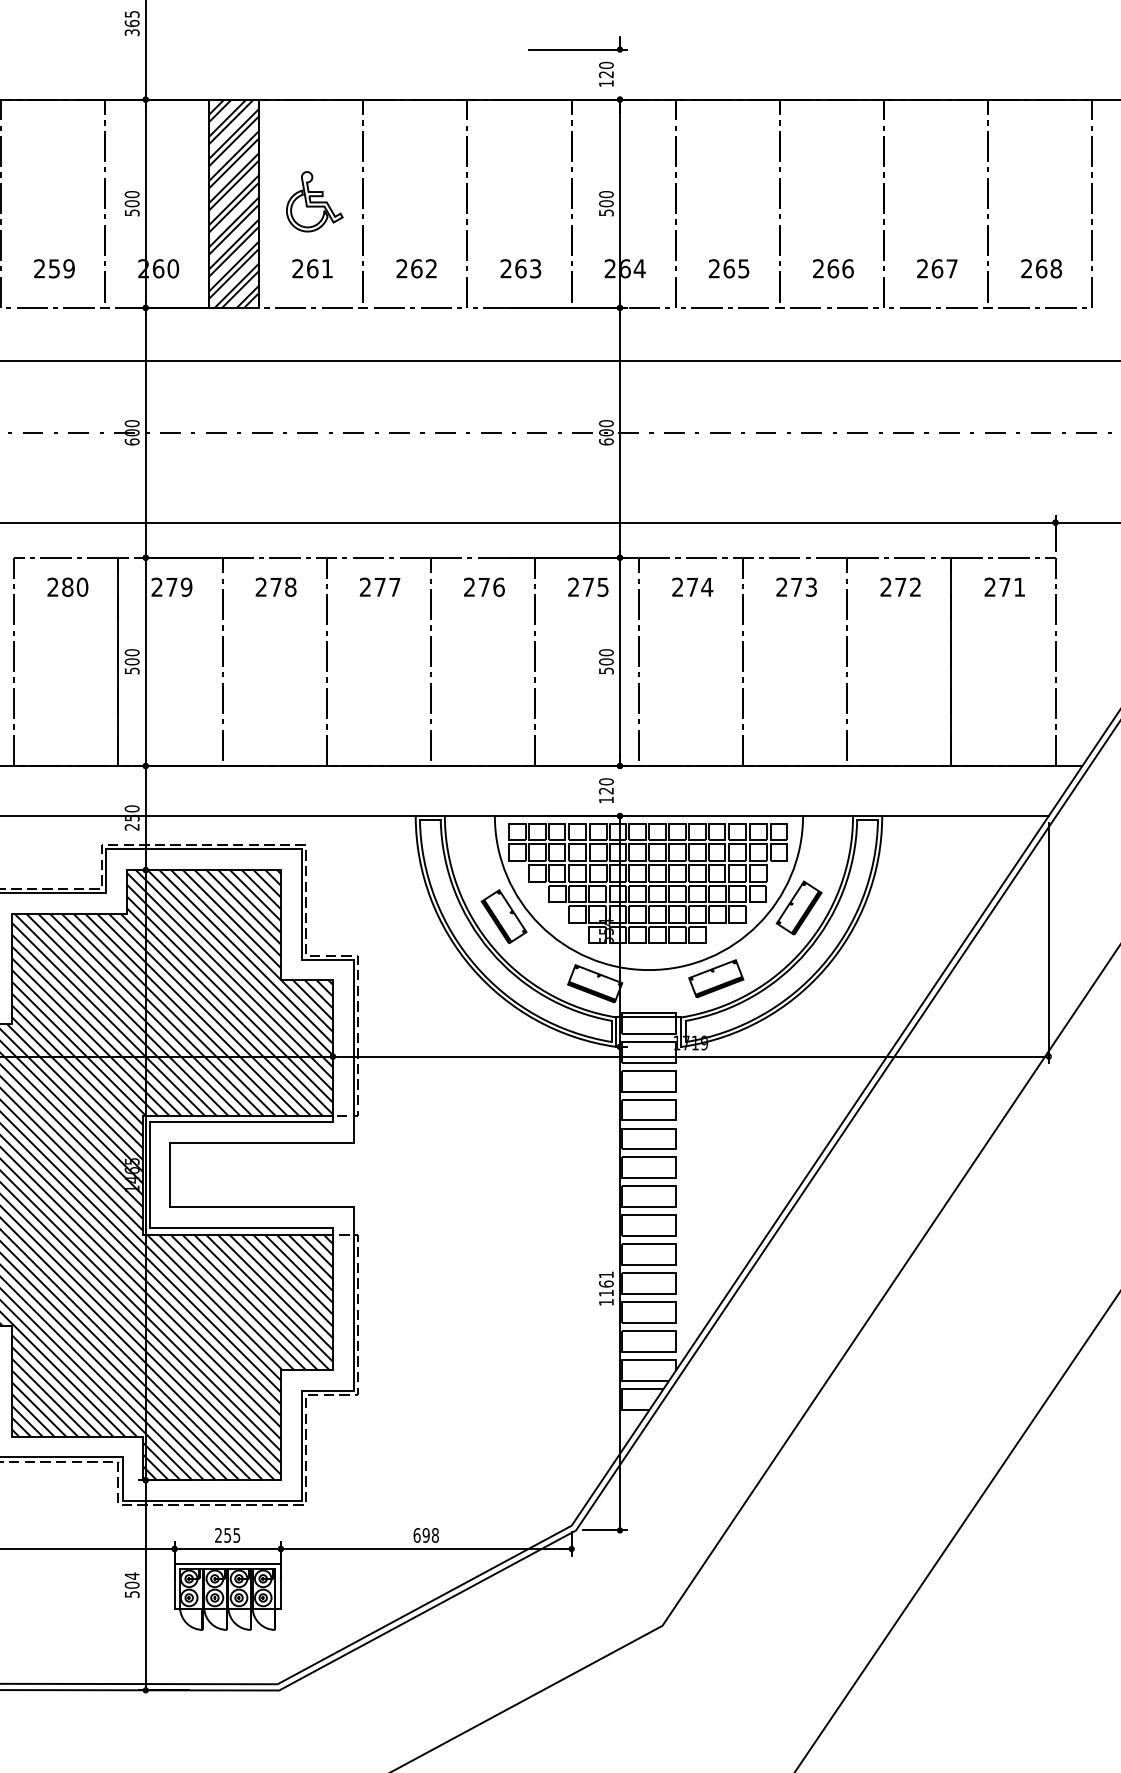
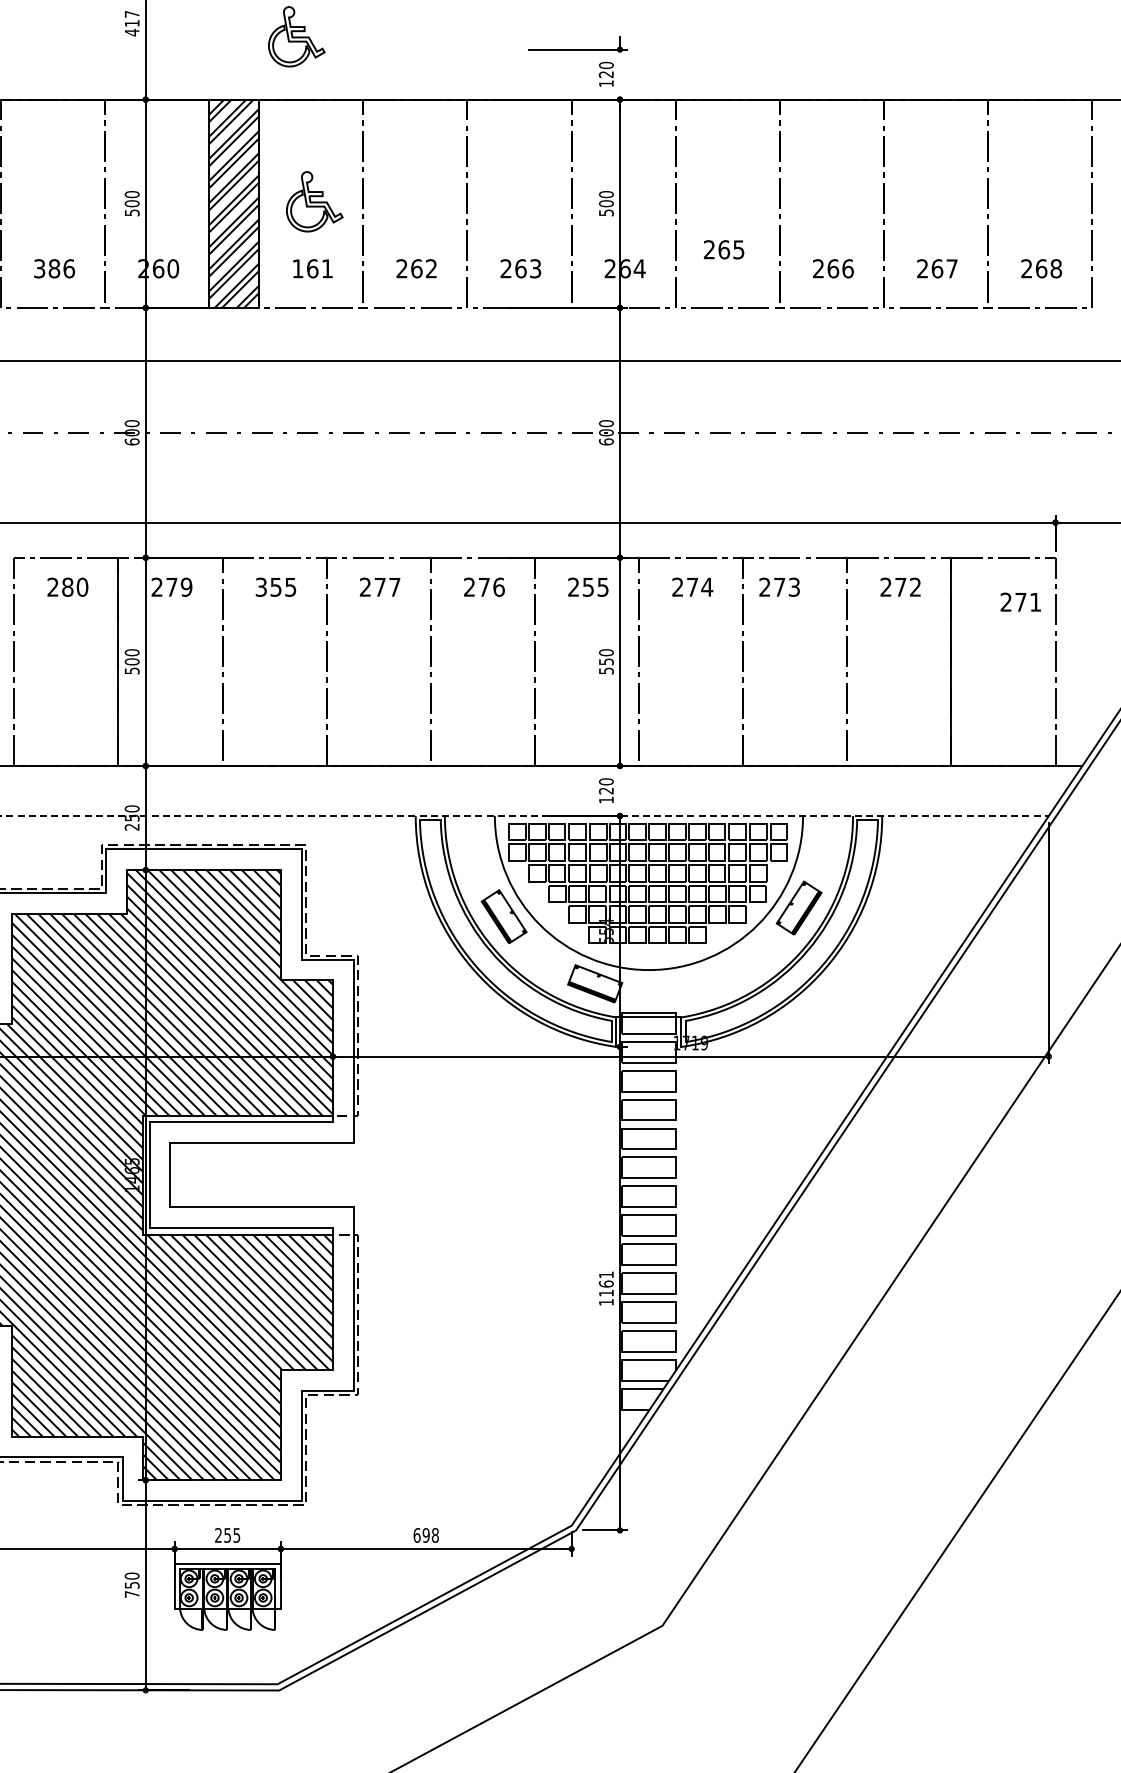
text at (131, 23): 365 -> 417
part at (296, 36): none -> present
text at (54, 268): 259 -> 386
text at (297, 268): 261 -> 161
text at (728, 268) position: (728, 268) -> (723, 249)
text at (275, 586): 278 -> 355
text at (796, 586) position: (796, 586) -> (779, 586)
text at (1004, 586) position: (1004, 586) -> (1020, 601)
text at (588, 587): 275 -> 255
text at (606, 661): 500 -> 550
line at (524, 815): solid -> dashed
part at (716, 978): present -> none
text at (131, 1584): 504 -> 750
